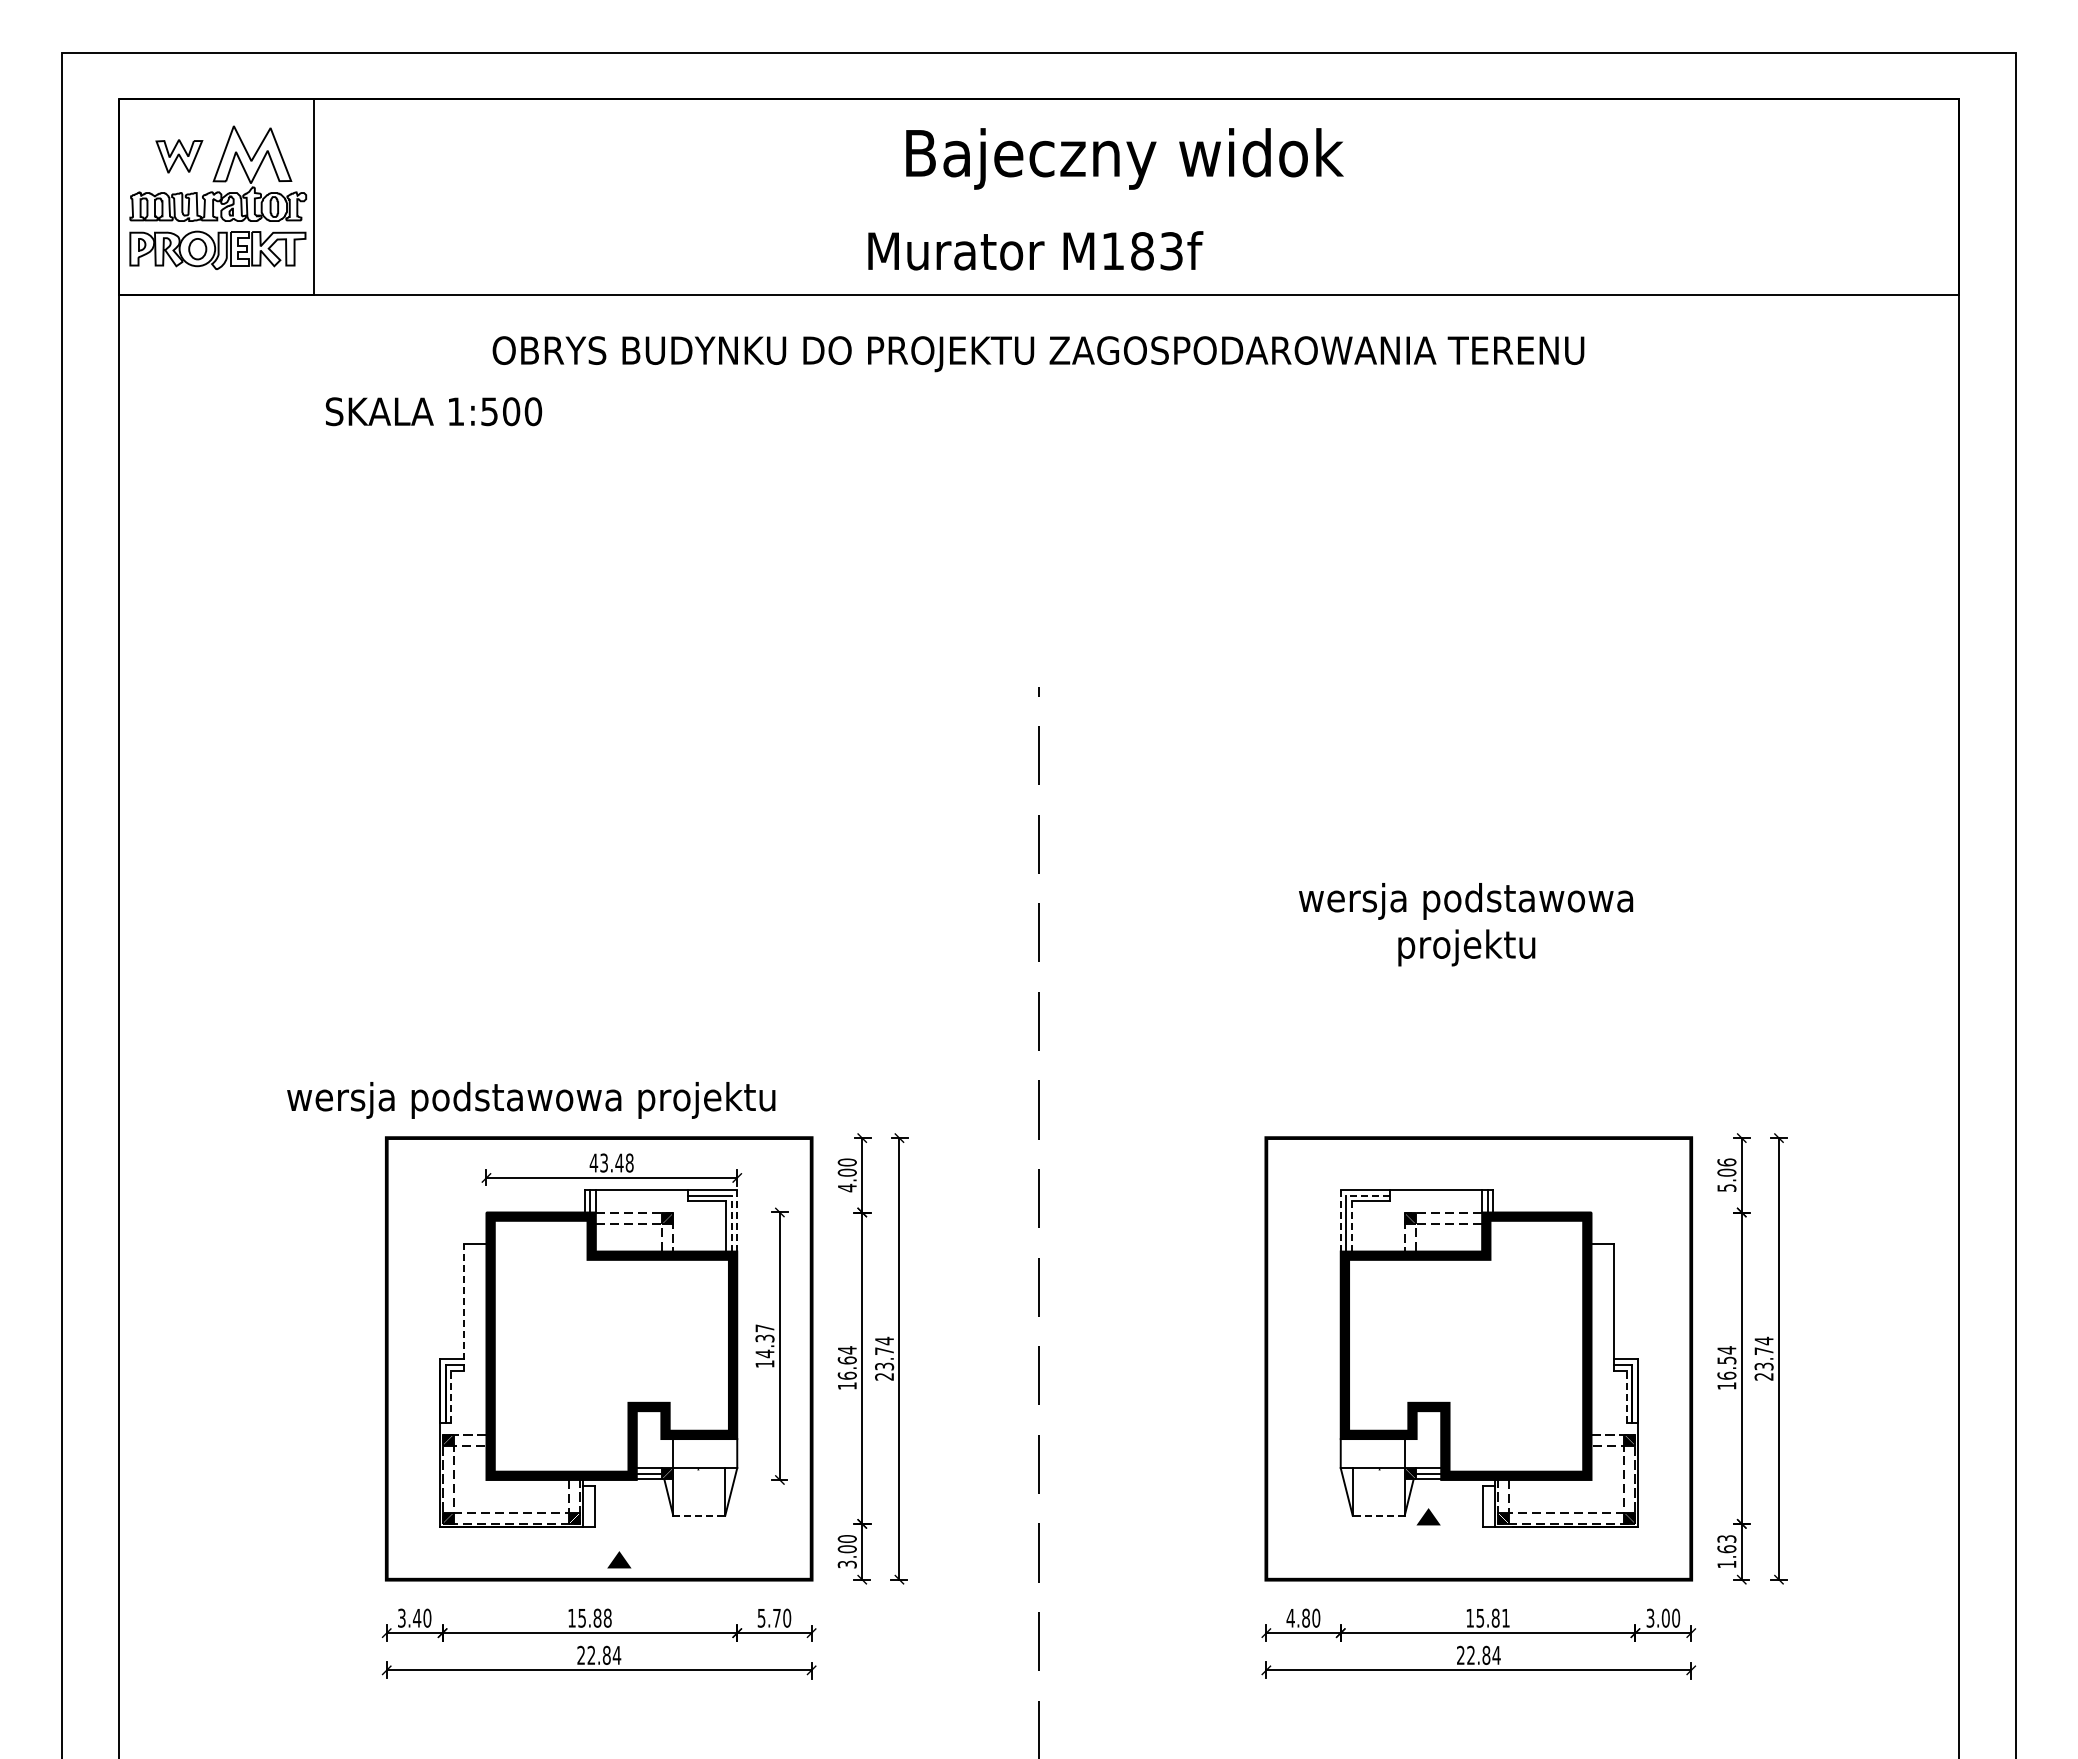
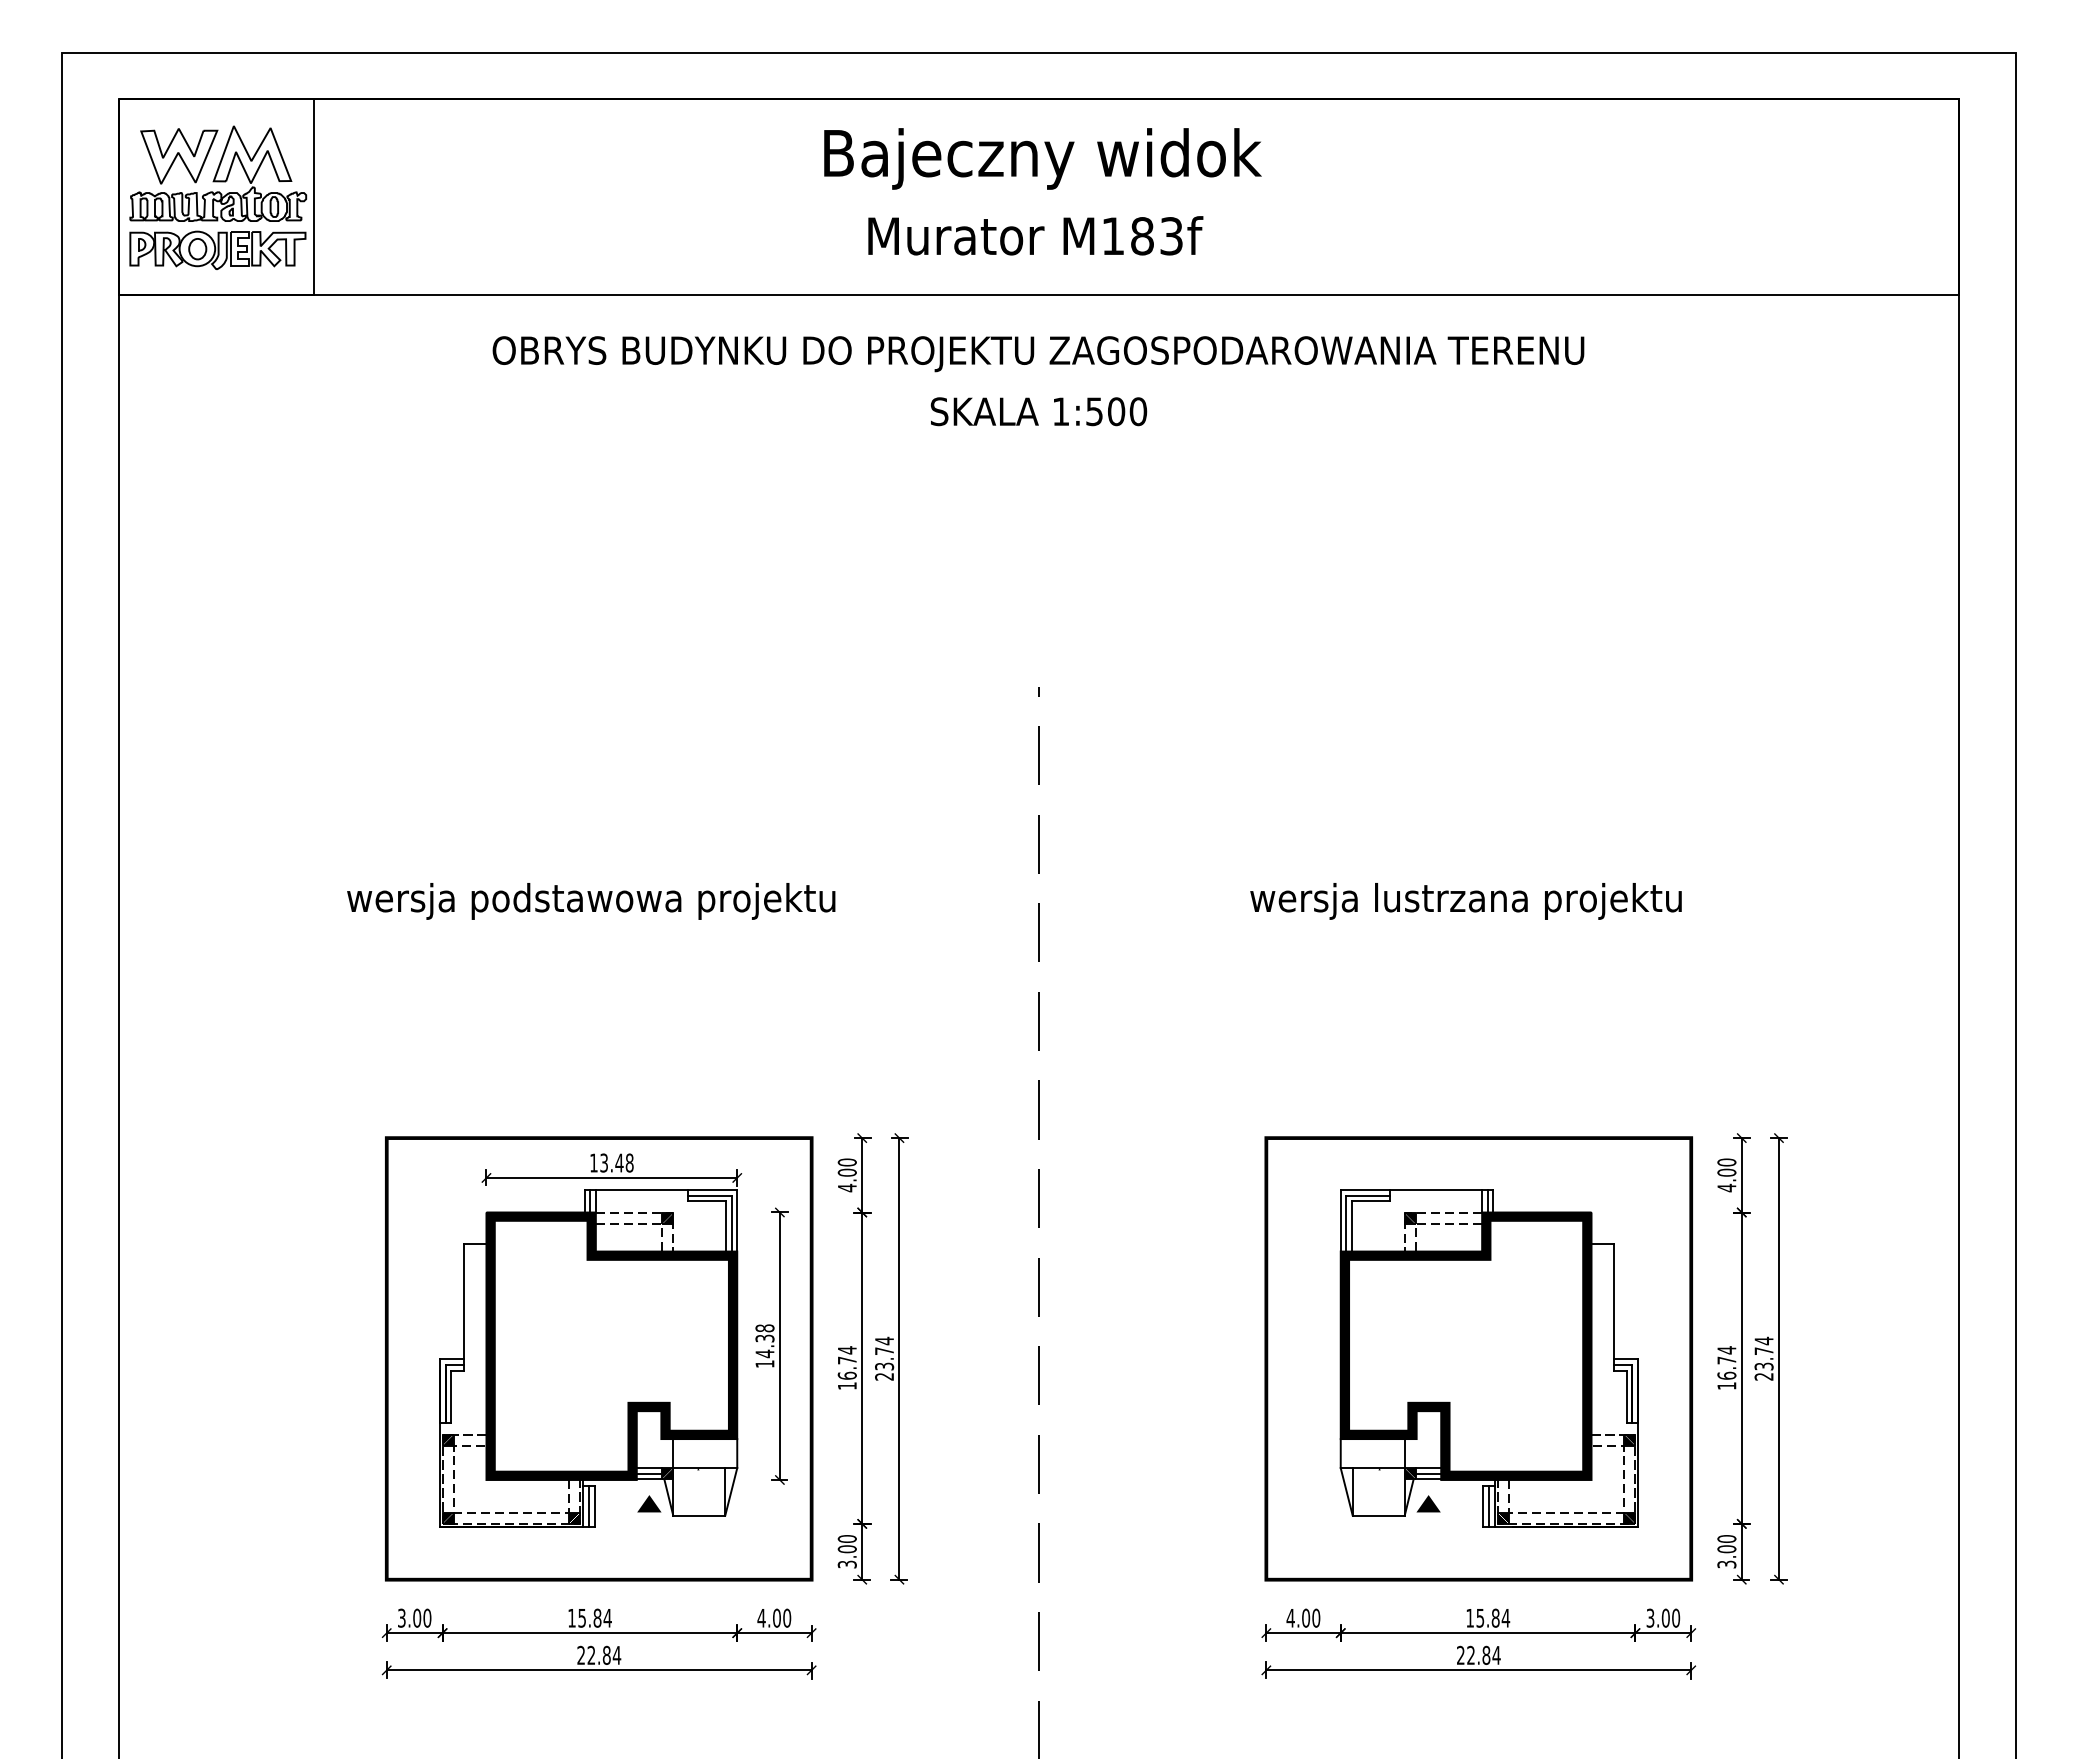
part at (179, 156) size: 49x35 px -> 79x57 px
text at (1124, 158) position: (1124, 158) -> (1042, 158)
text at (1035, 250) position: (1035, 250) -> (1035, 235)
text at (433, 411) position: (433, 411) -> (1038, 411)
text at (1465, 924): wersja podstawowa projektu -> wersja lustrzana projektu
text at (531, 1100) position: (531, 1100) -> (591, 901)
text at (593, 1162): 43.48 -> 13.48
text at (1726, 1175): 5.06 -> 4.00
line at (1368, 1195): dashed -> solid
line at (737, 1220): dashed -> solid
line at (1340, 1220): dashed -> solid
line at (731, 1223): dashed -> solid
line at (1351, 1225): dashed -> solid
line at (464, 1306): dashed -> solid
text at (764, 1328): 14.37 -> 14.38
text at (846, 1360): 16.64 -> 16.74
text at (1726, 1360): 16.54 -> 16.74
line at (451, 1396): dashed -> solid
line at (1626, 1396): dashed -> solid
line at (588, 1505): none -> present
line at (1489, 1505): none -> present
line at (699, 1515): dashed -> solid
line at (1378, 1515): dashed -> solid
part at (1428, 1516) position: (1428, 1516) -> (1428, 1503)
text at (1726, 1551): 1.63 -> 3.00
part at (619, 1559) position: (619, 1559) -> (649, 1503)
text at (416, 1617): 3.40 -> 3.00
text at (607, 1617): 15.88 -> 15.84
text at (768, 1617): 5.70 -> 4.00
text at (1306, 1618): 4.80 -> 4.00
text at (1505, 1618): 15.81 -> 15.84
